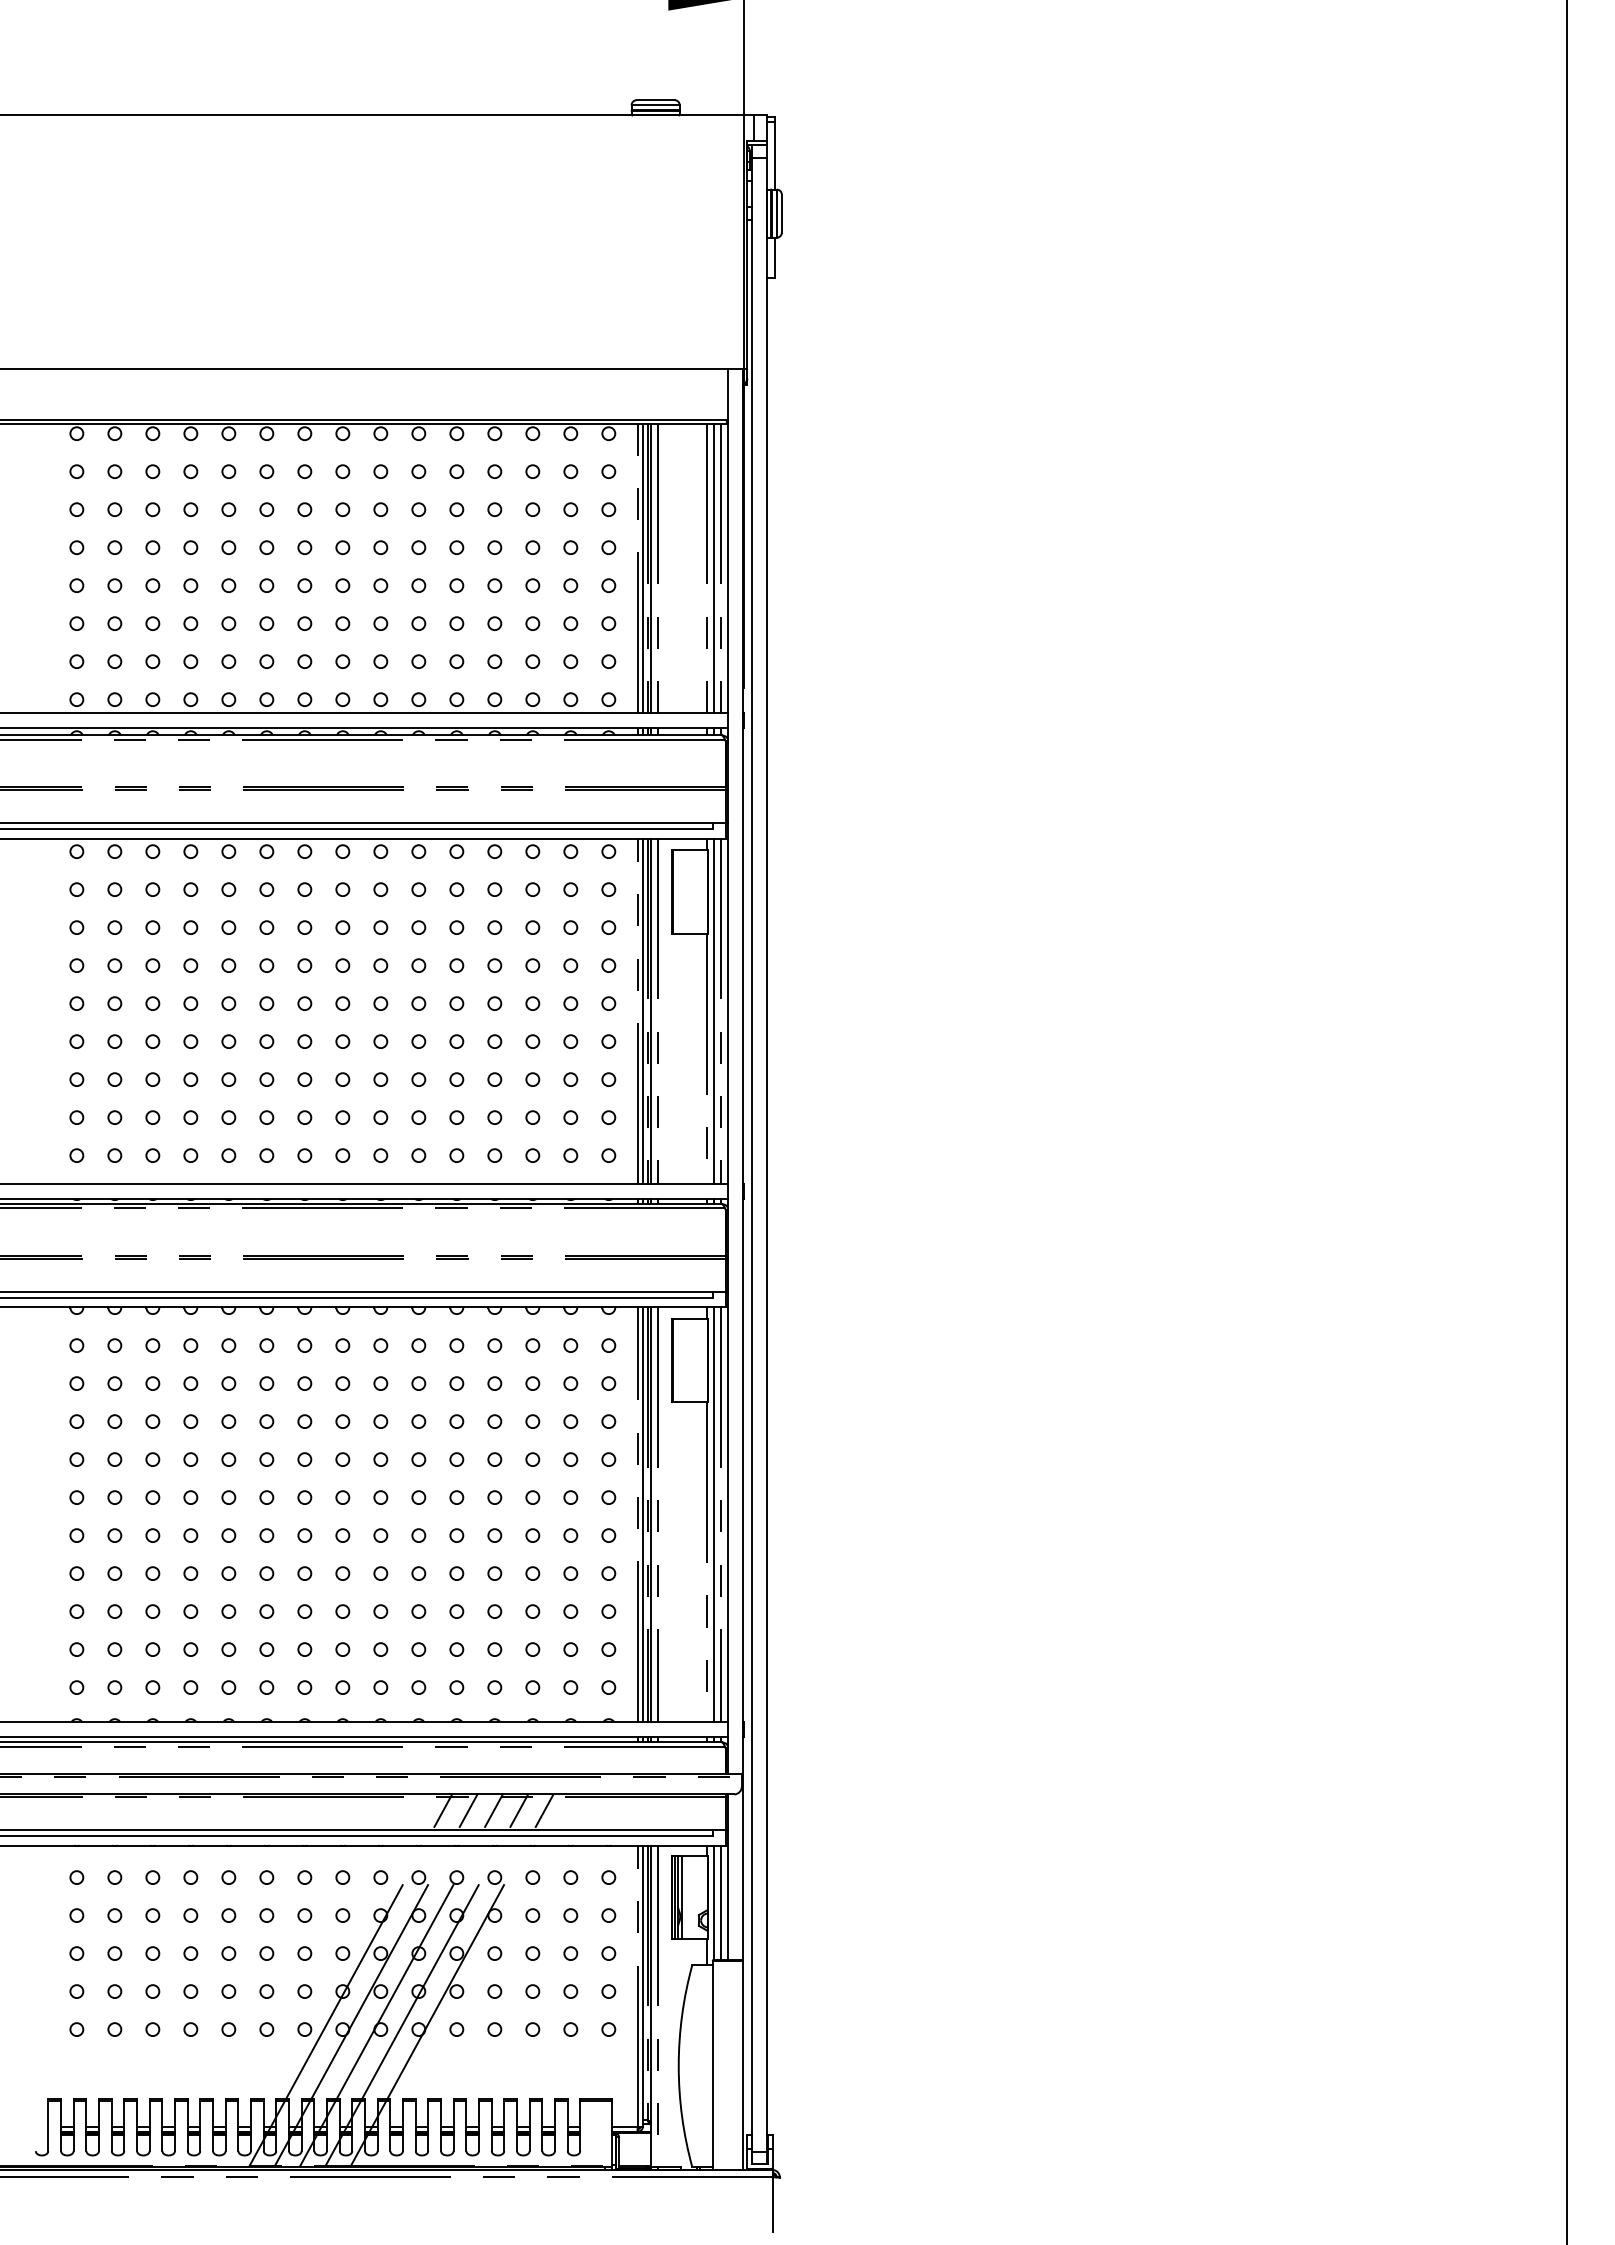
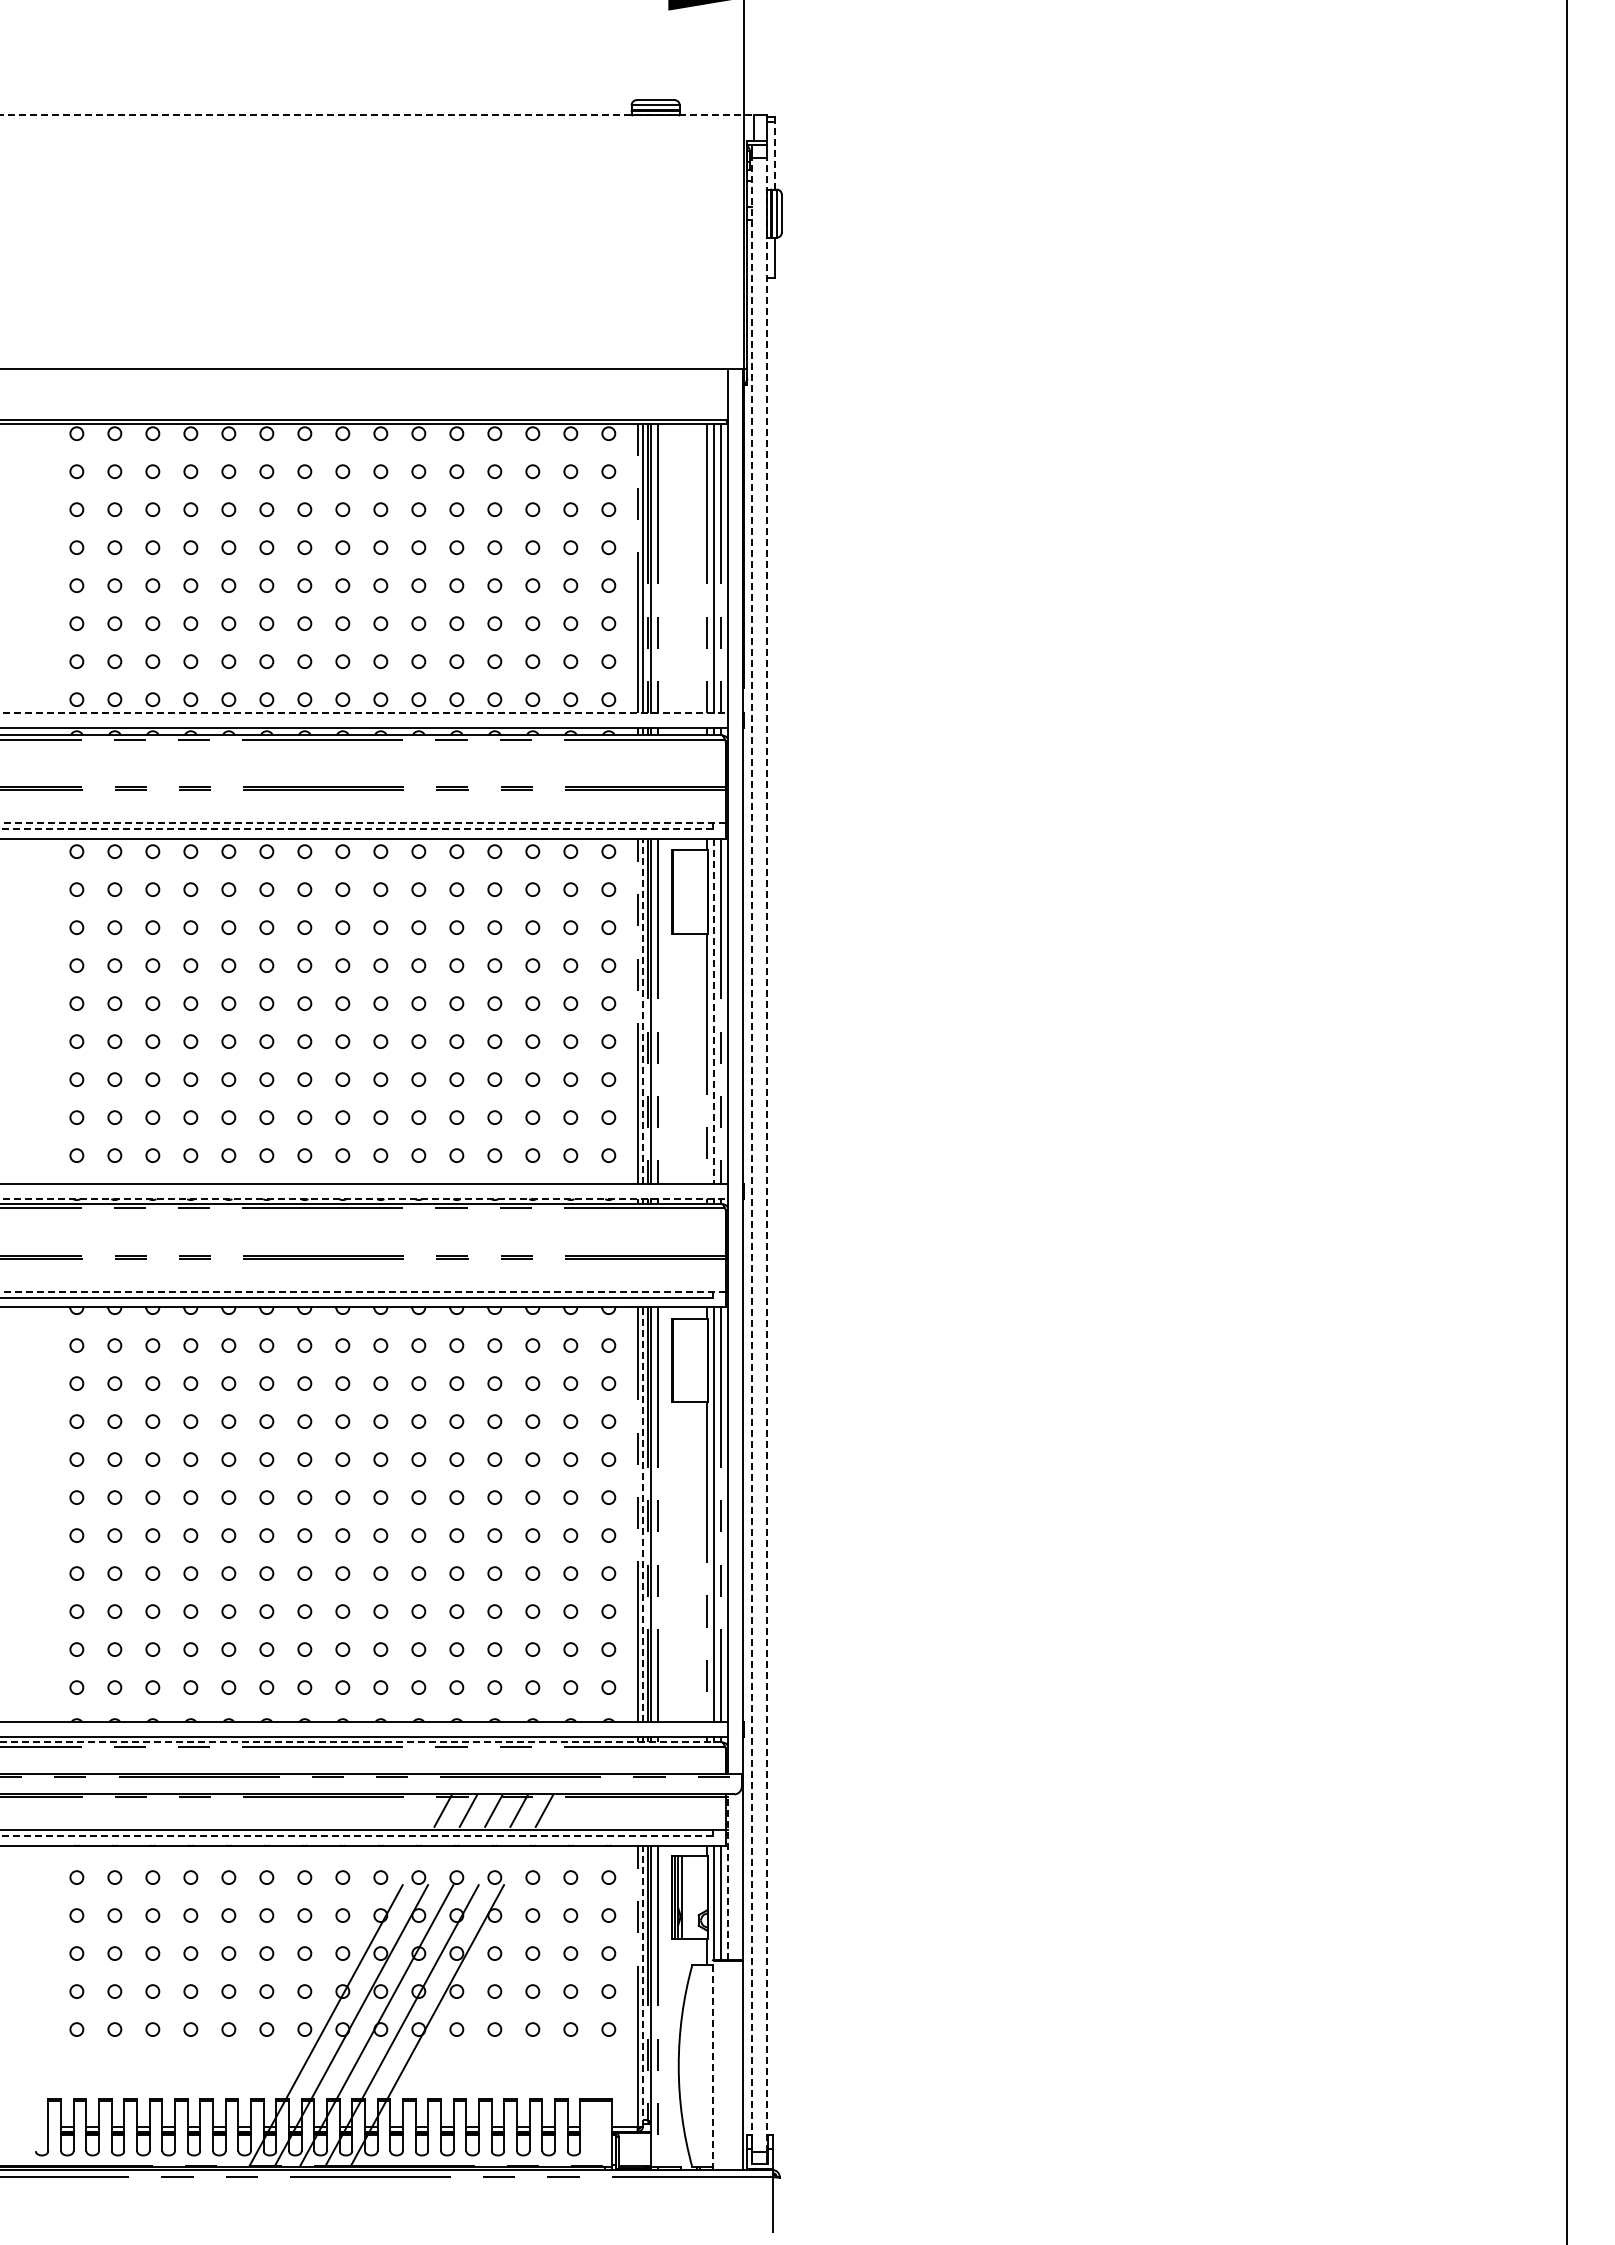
line at (377, 115): solid -> dashed
line at (774, 155): solid -> dashed
line at (364, 713): solid -> dashed
line at (363, 823): solid -> dashed
line at (356, 829): solid -> dashed
line at (642, 1011): solid -> dashed
line at (713, 1011): solid -> dashed
line at (751, 1154): solid -> dashed
line at (767, 1154): solid -> dashed
line at (364, 1199): solid -> dashed
line at (363, 1292): solid -> dashed
line at (642, 1514): solid -> dashed
line at (360, 1742): solid -> dashed
line at (356, 1836): solid -> dashed
line at (727, 1877): solid -> dashed
line at (642, 1986): solid -> dashed
line at (712, 2065): solid -> dashed
